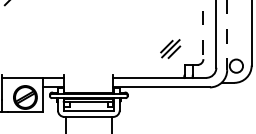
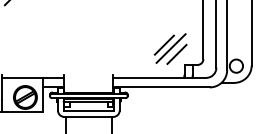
line at (203, 30): dashed -> solid
line at (227, 35): dashed -> solid
part at (170, 48) size: 22x20 px -> 35x32 px
